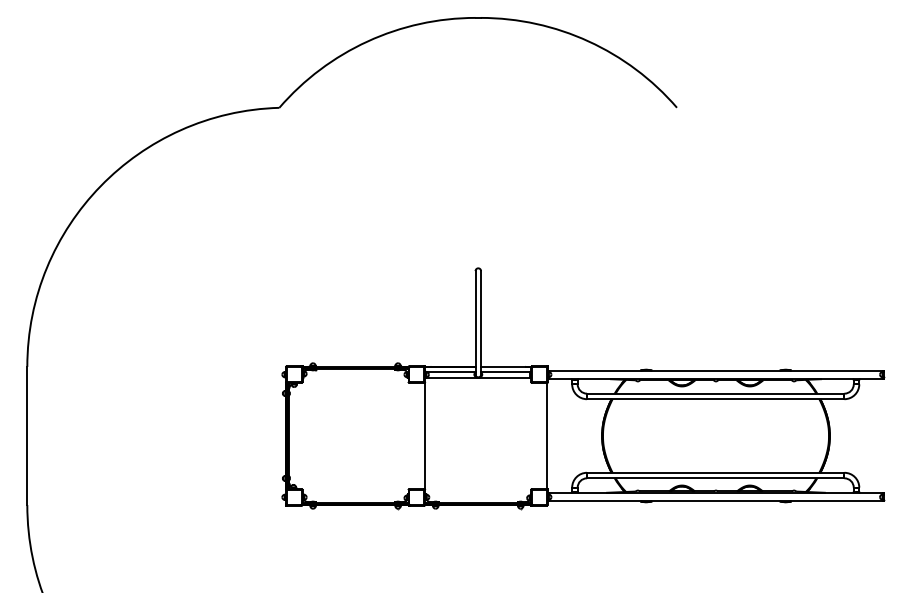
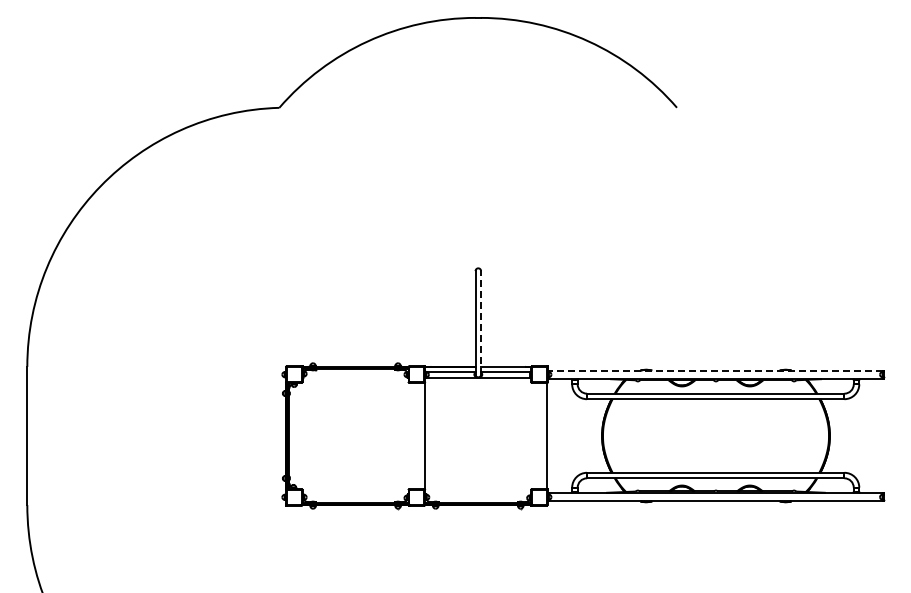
line at (481, 322): solid -> dashed
line at (715, 370): solid -> dashed
